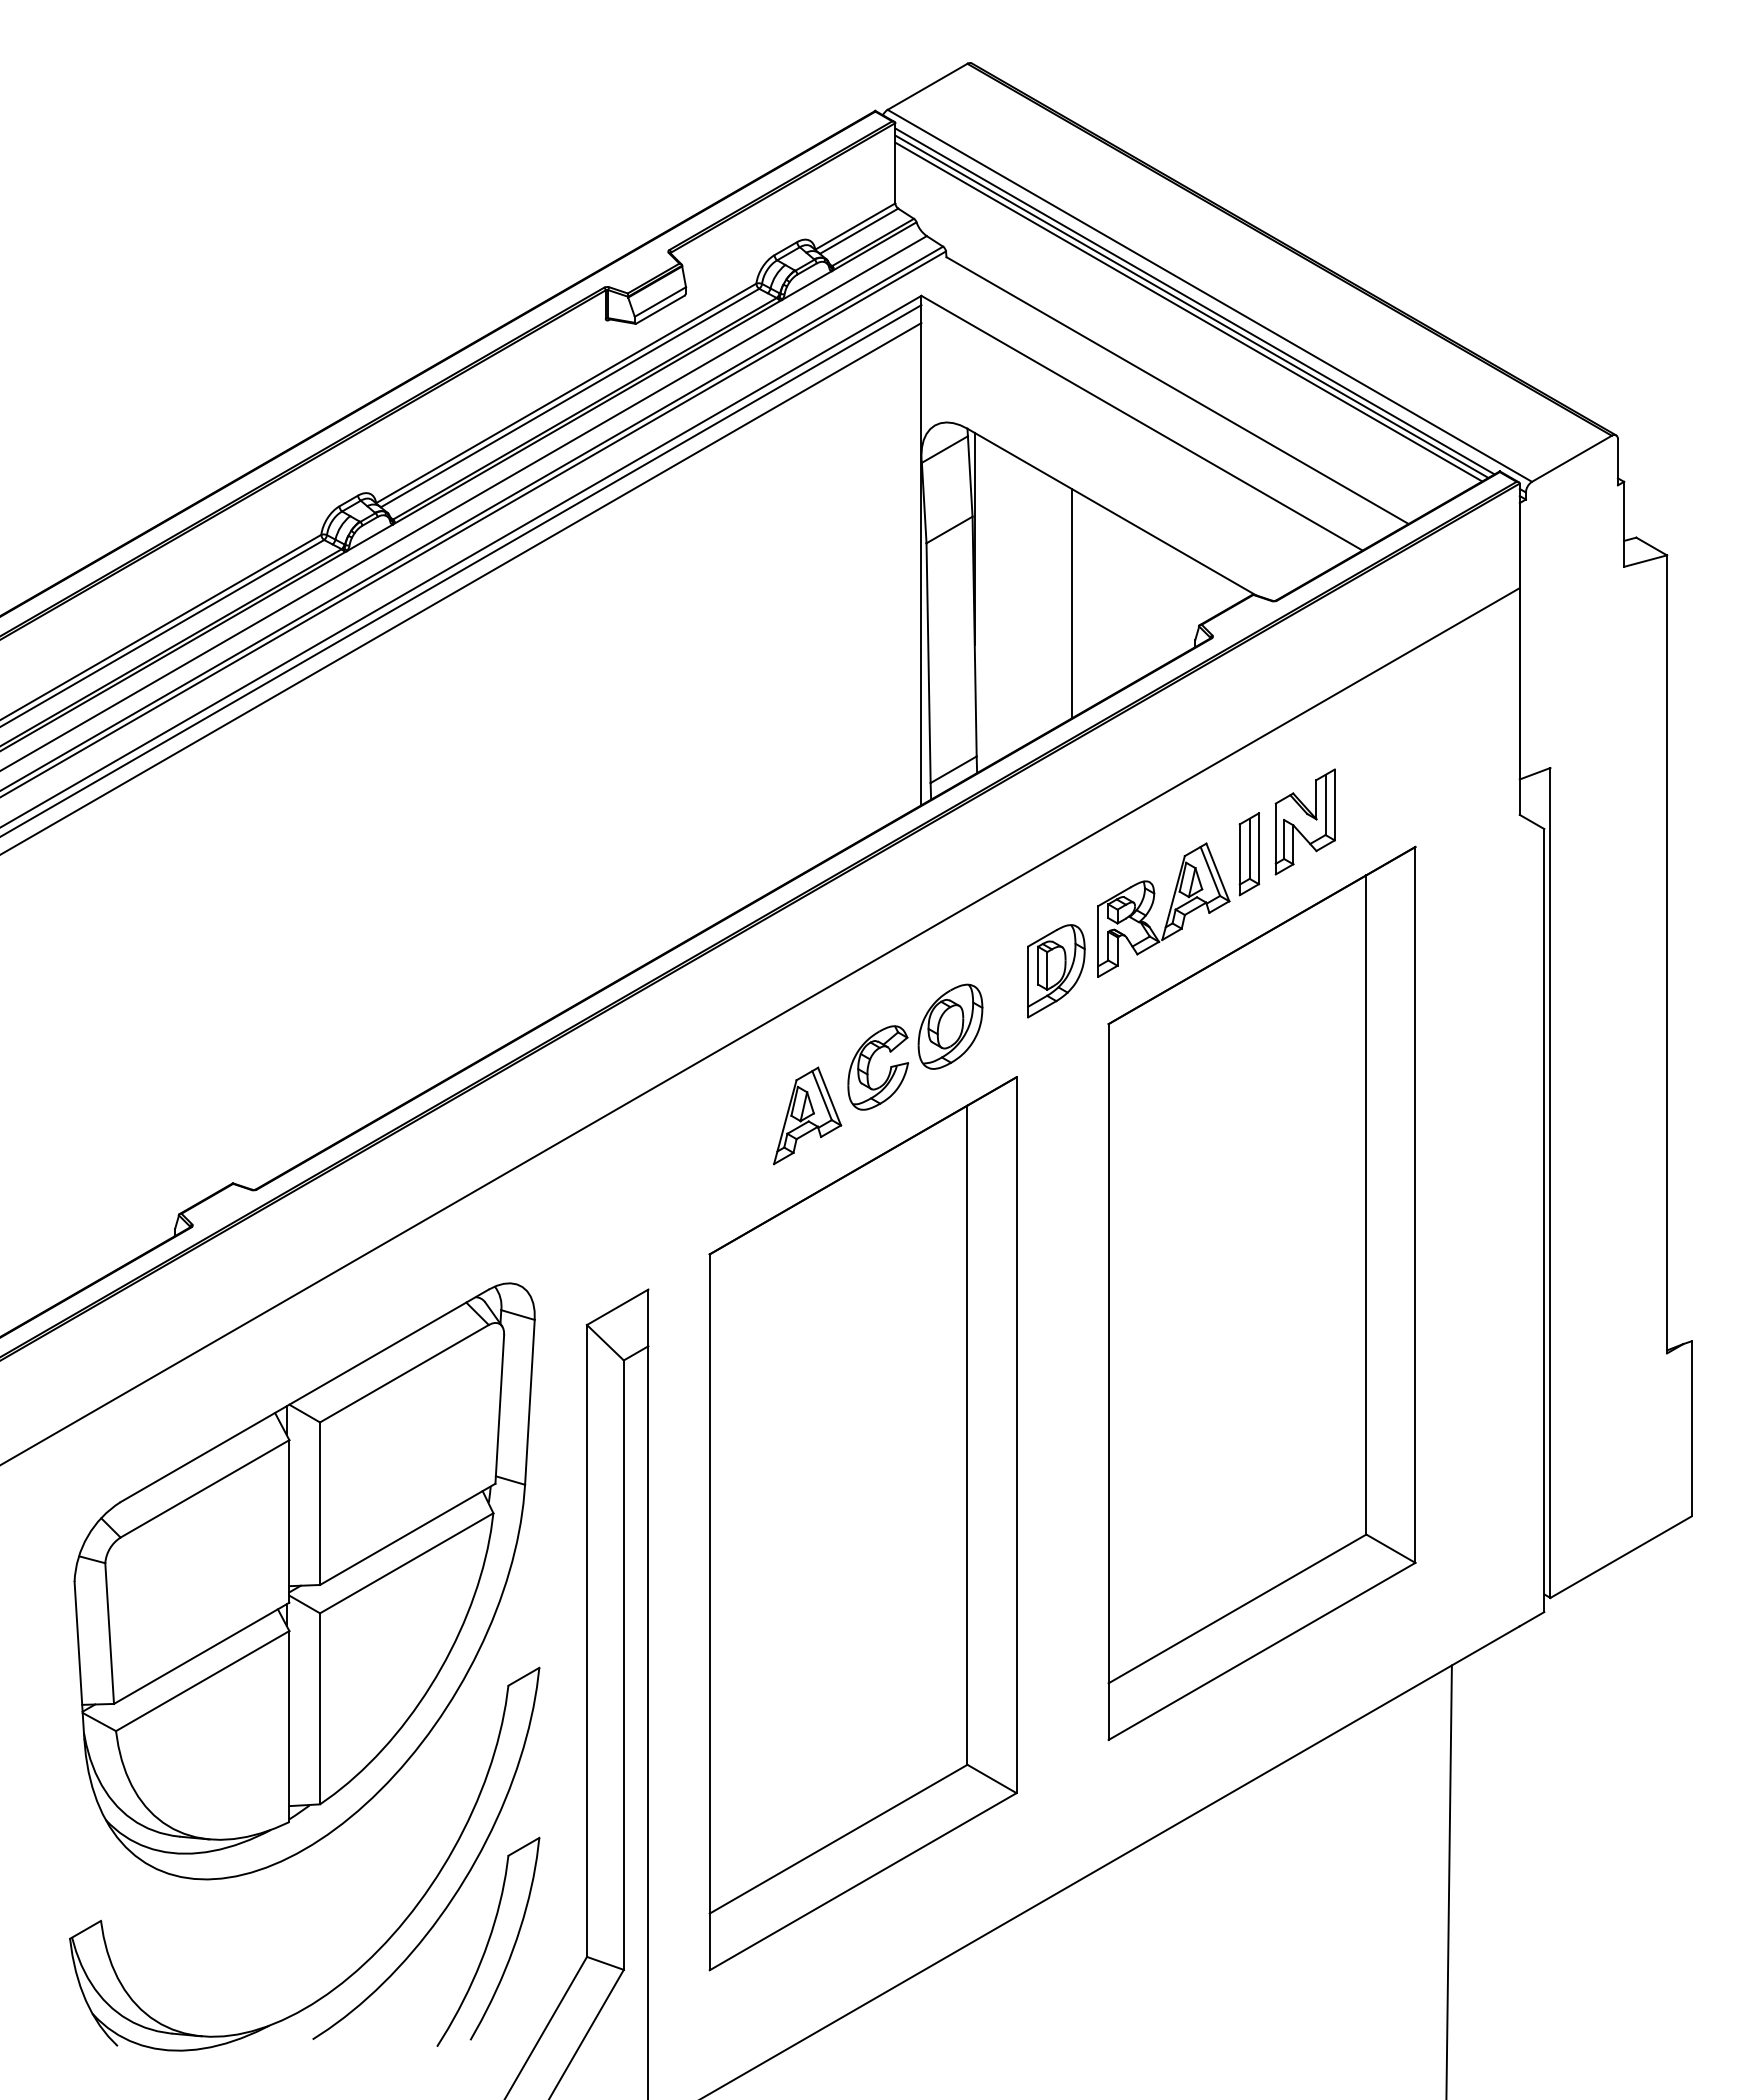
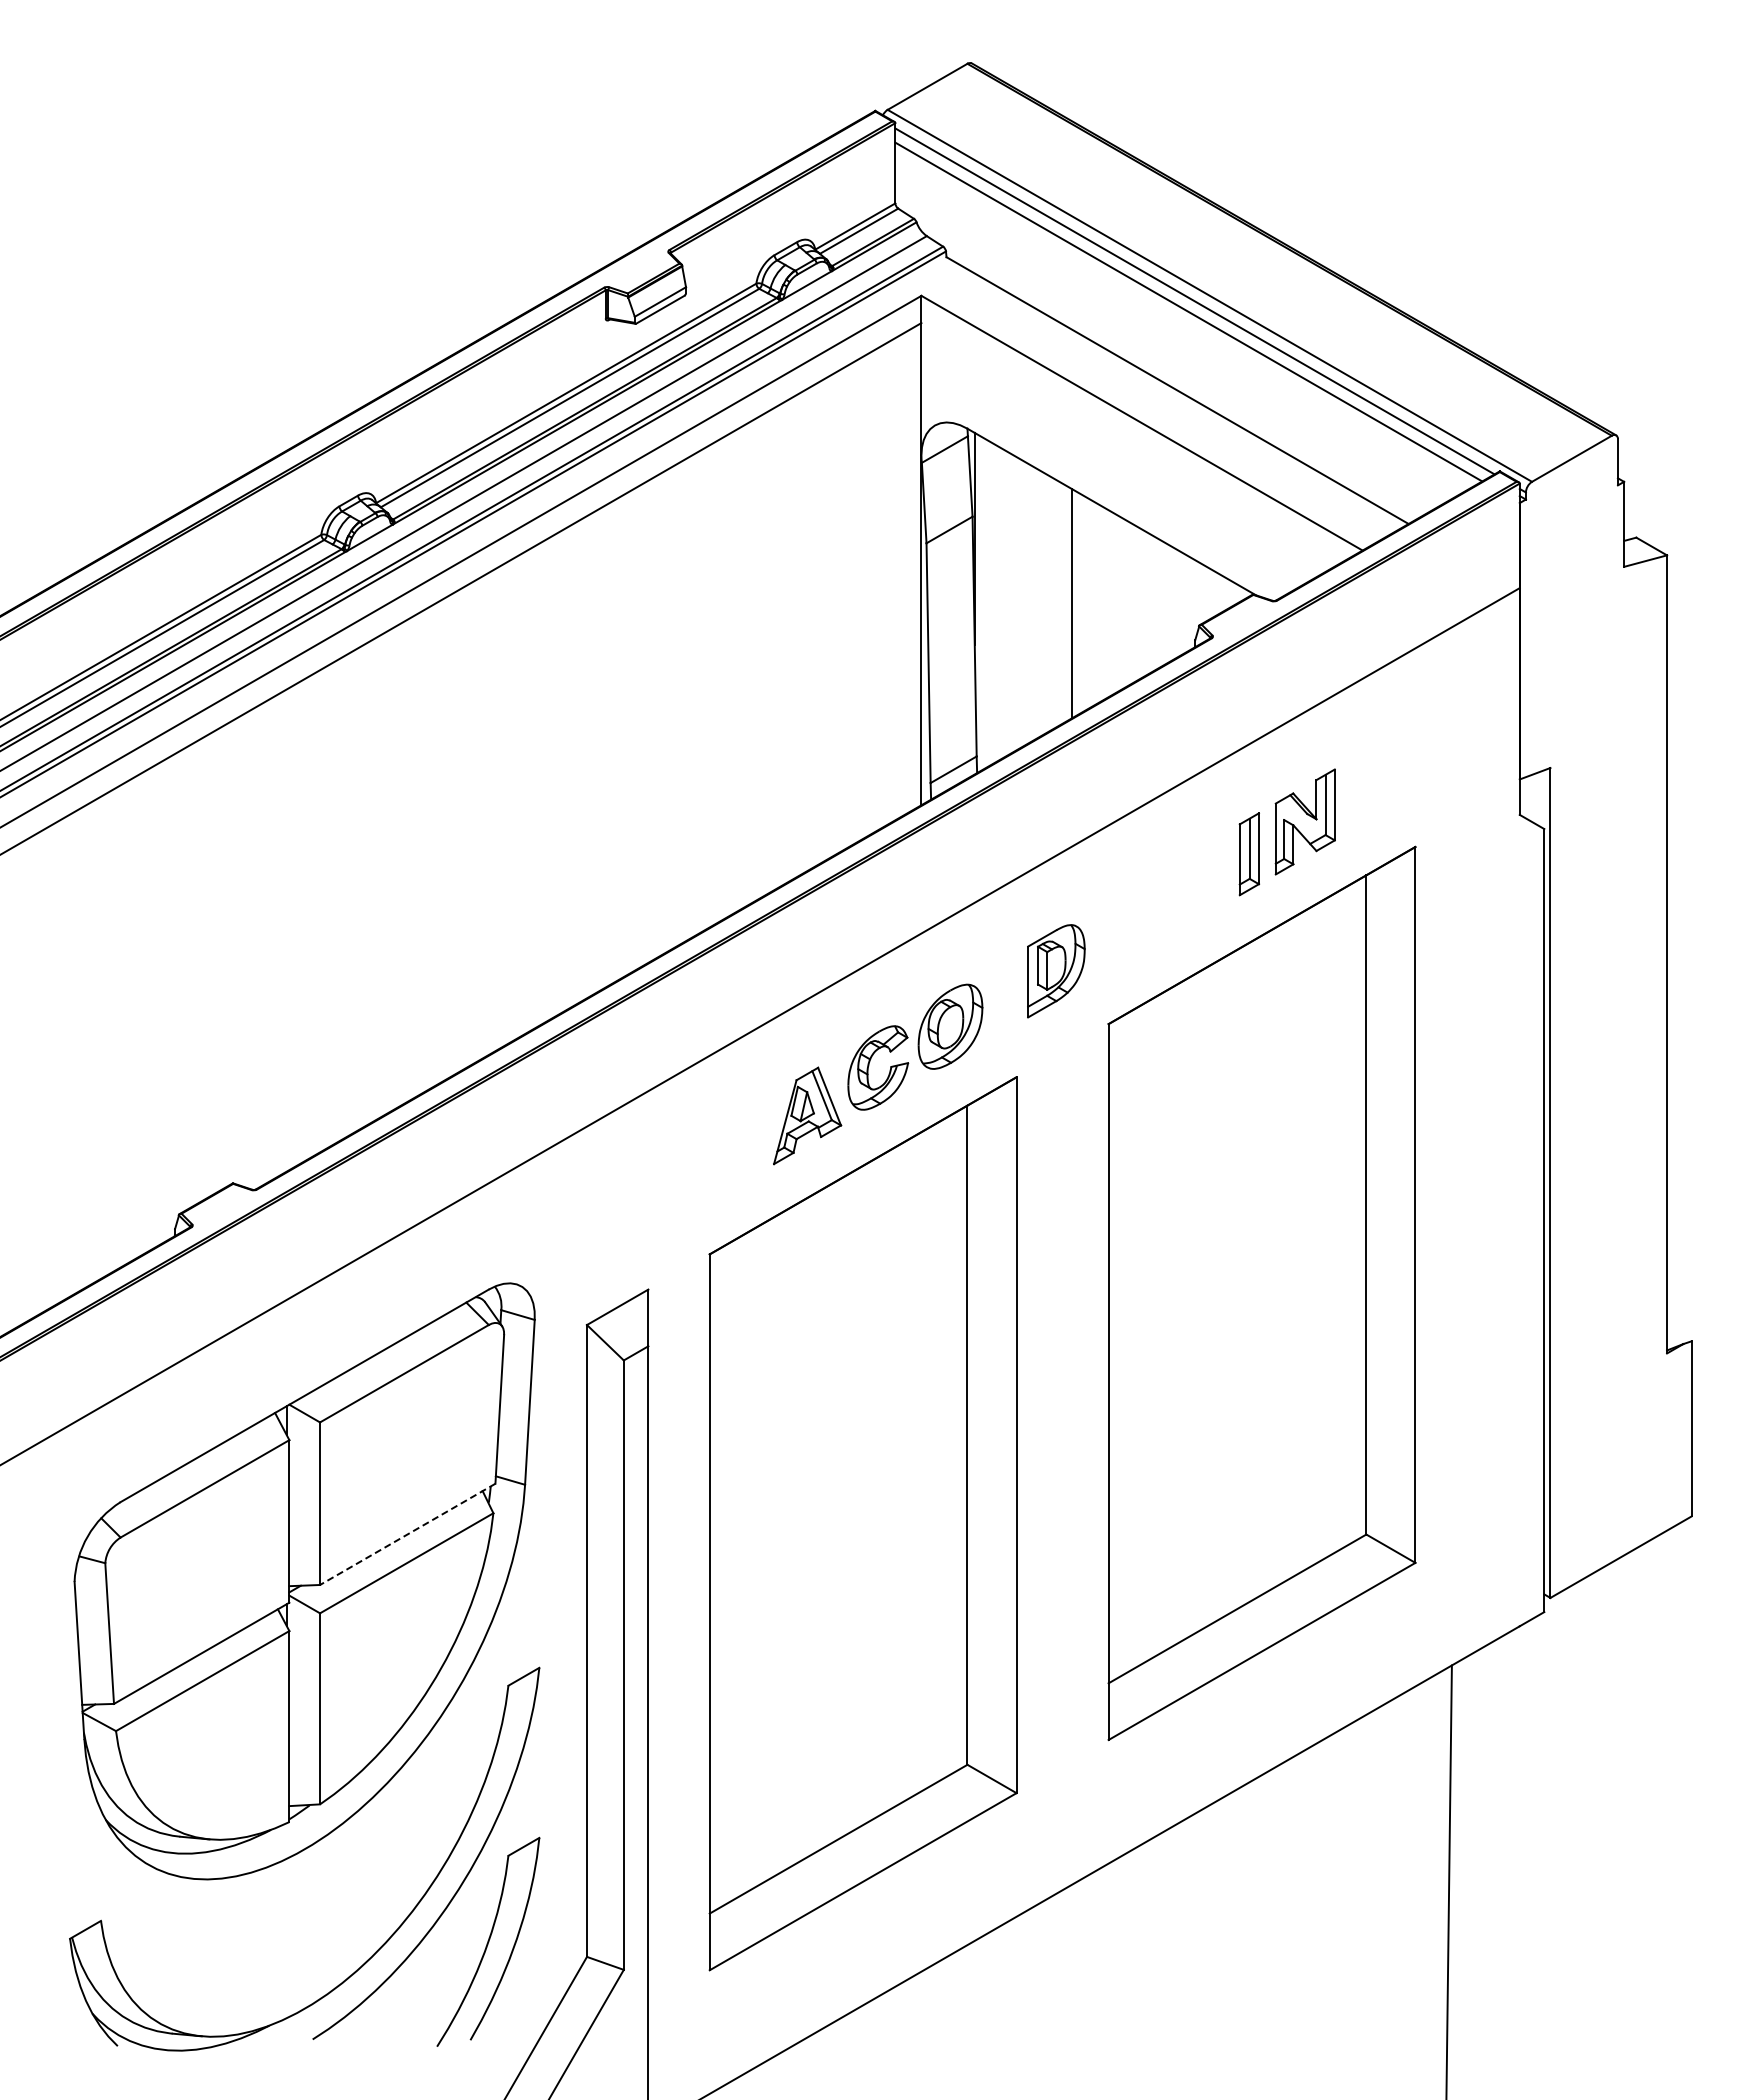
line at (1191, 306): present -> none
line at (461, 570): present -> none
part at (1163, 909): present -> none
line at (407, 1534): solid -> dashed
